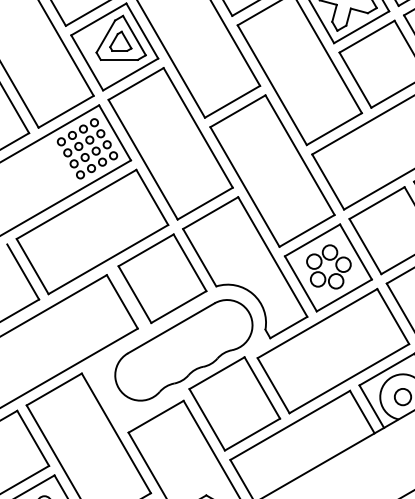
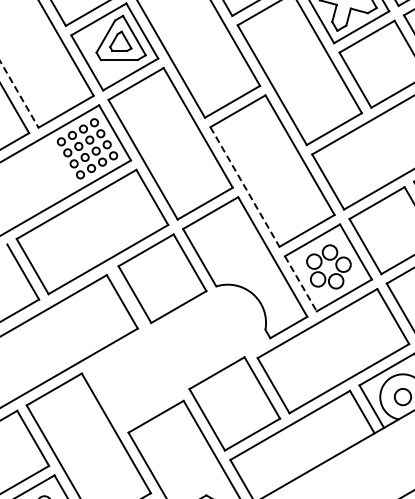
line at (19, 94): solid -> dashed
line at (245, 187): solid -> dashed
line at (300, 283): solid -> dashed
part at (183, 350): present -> none
